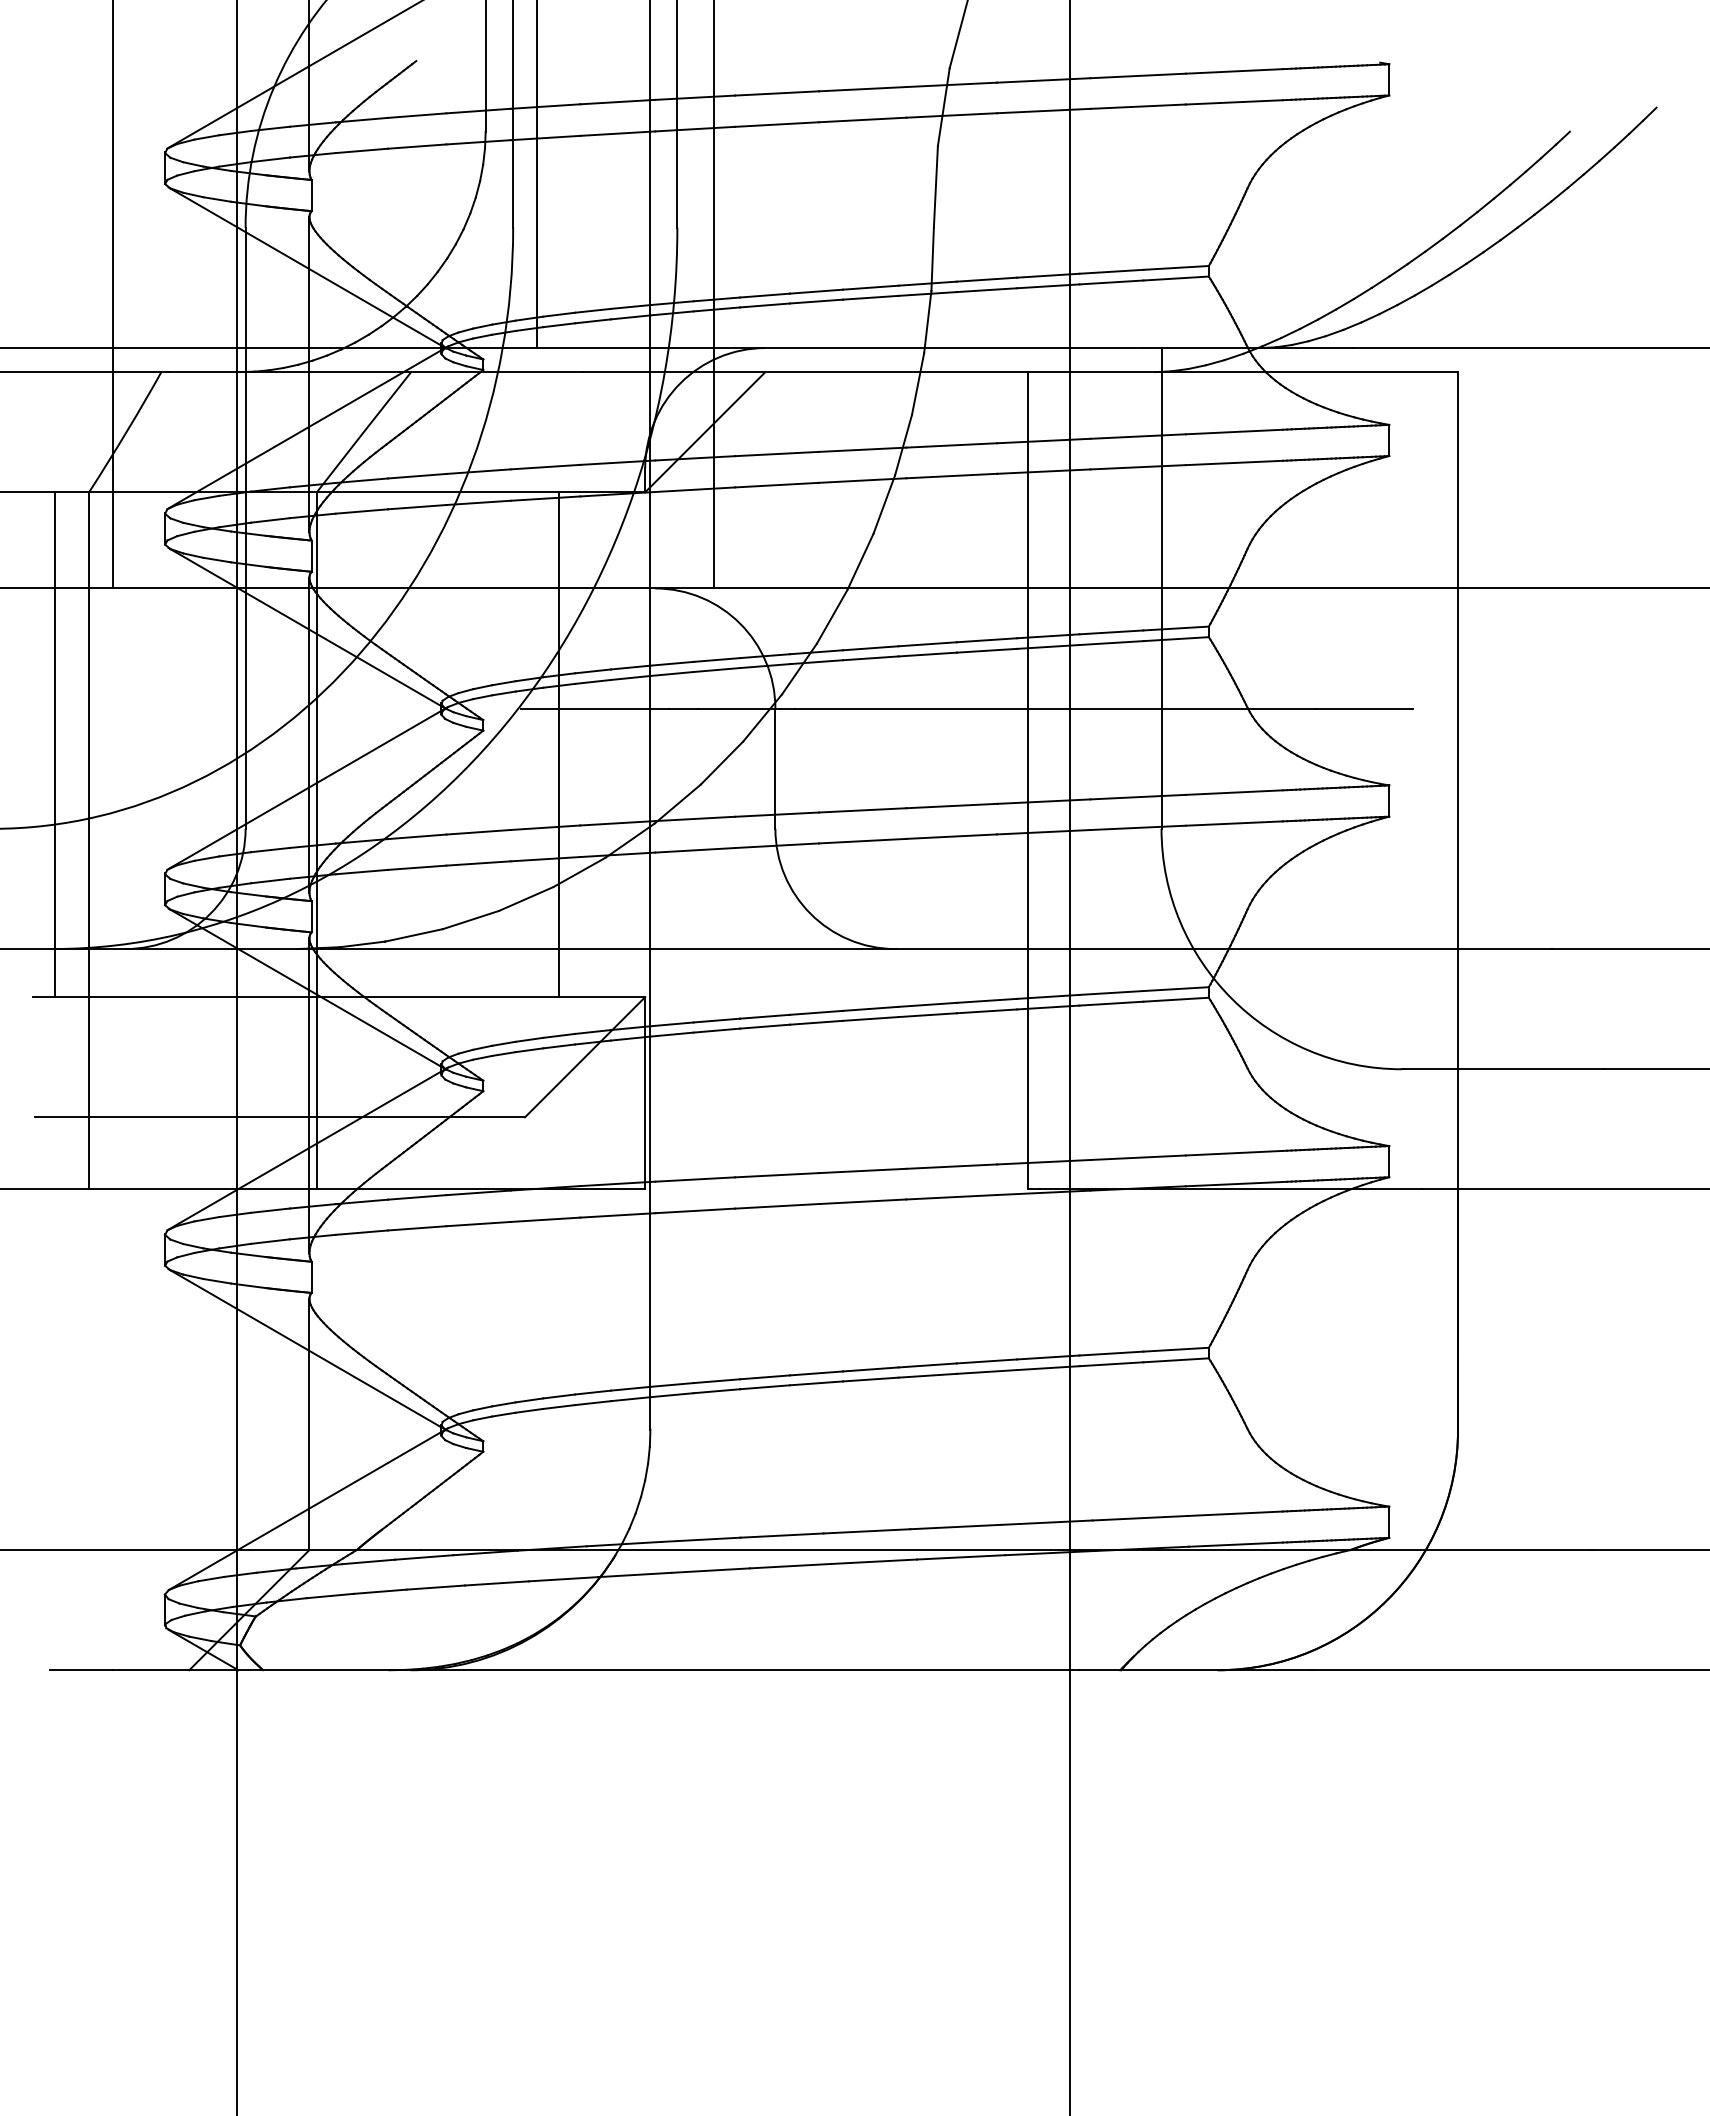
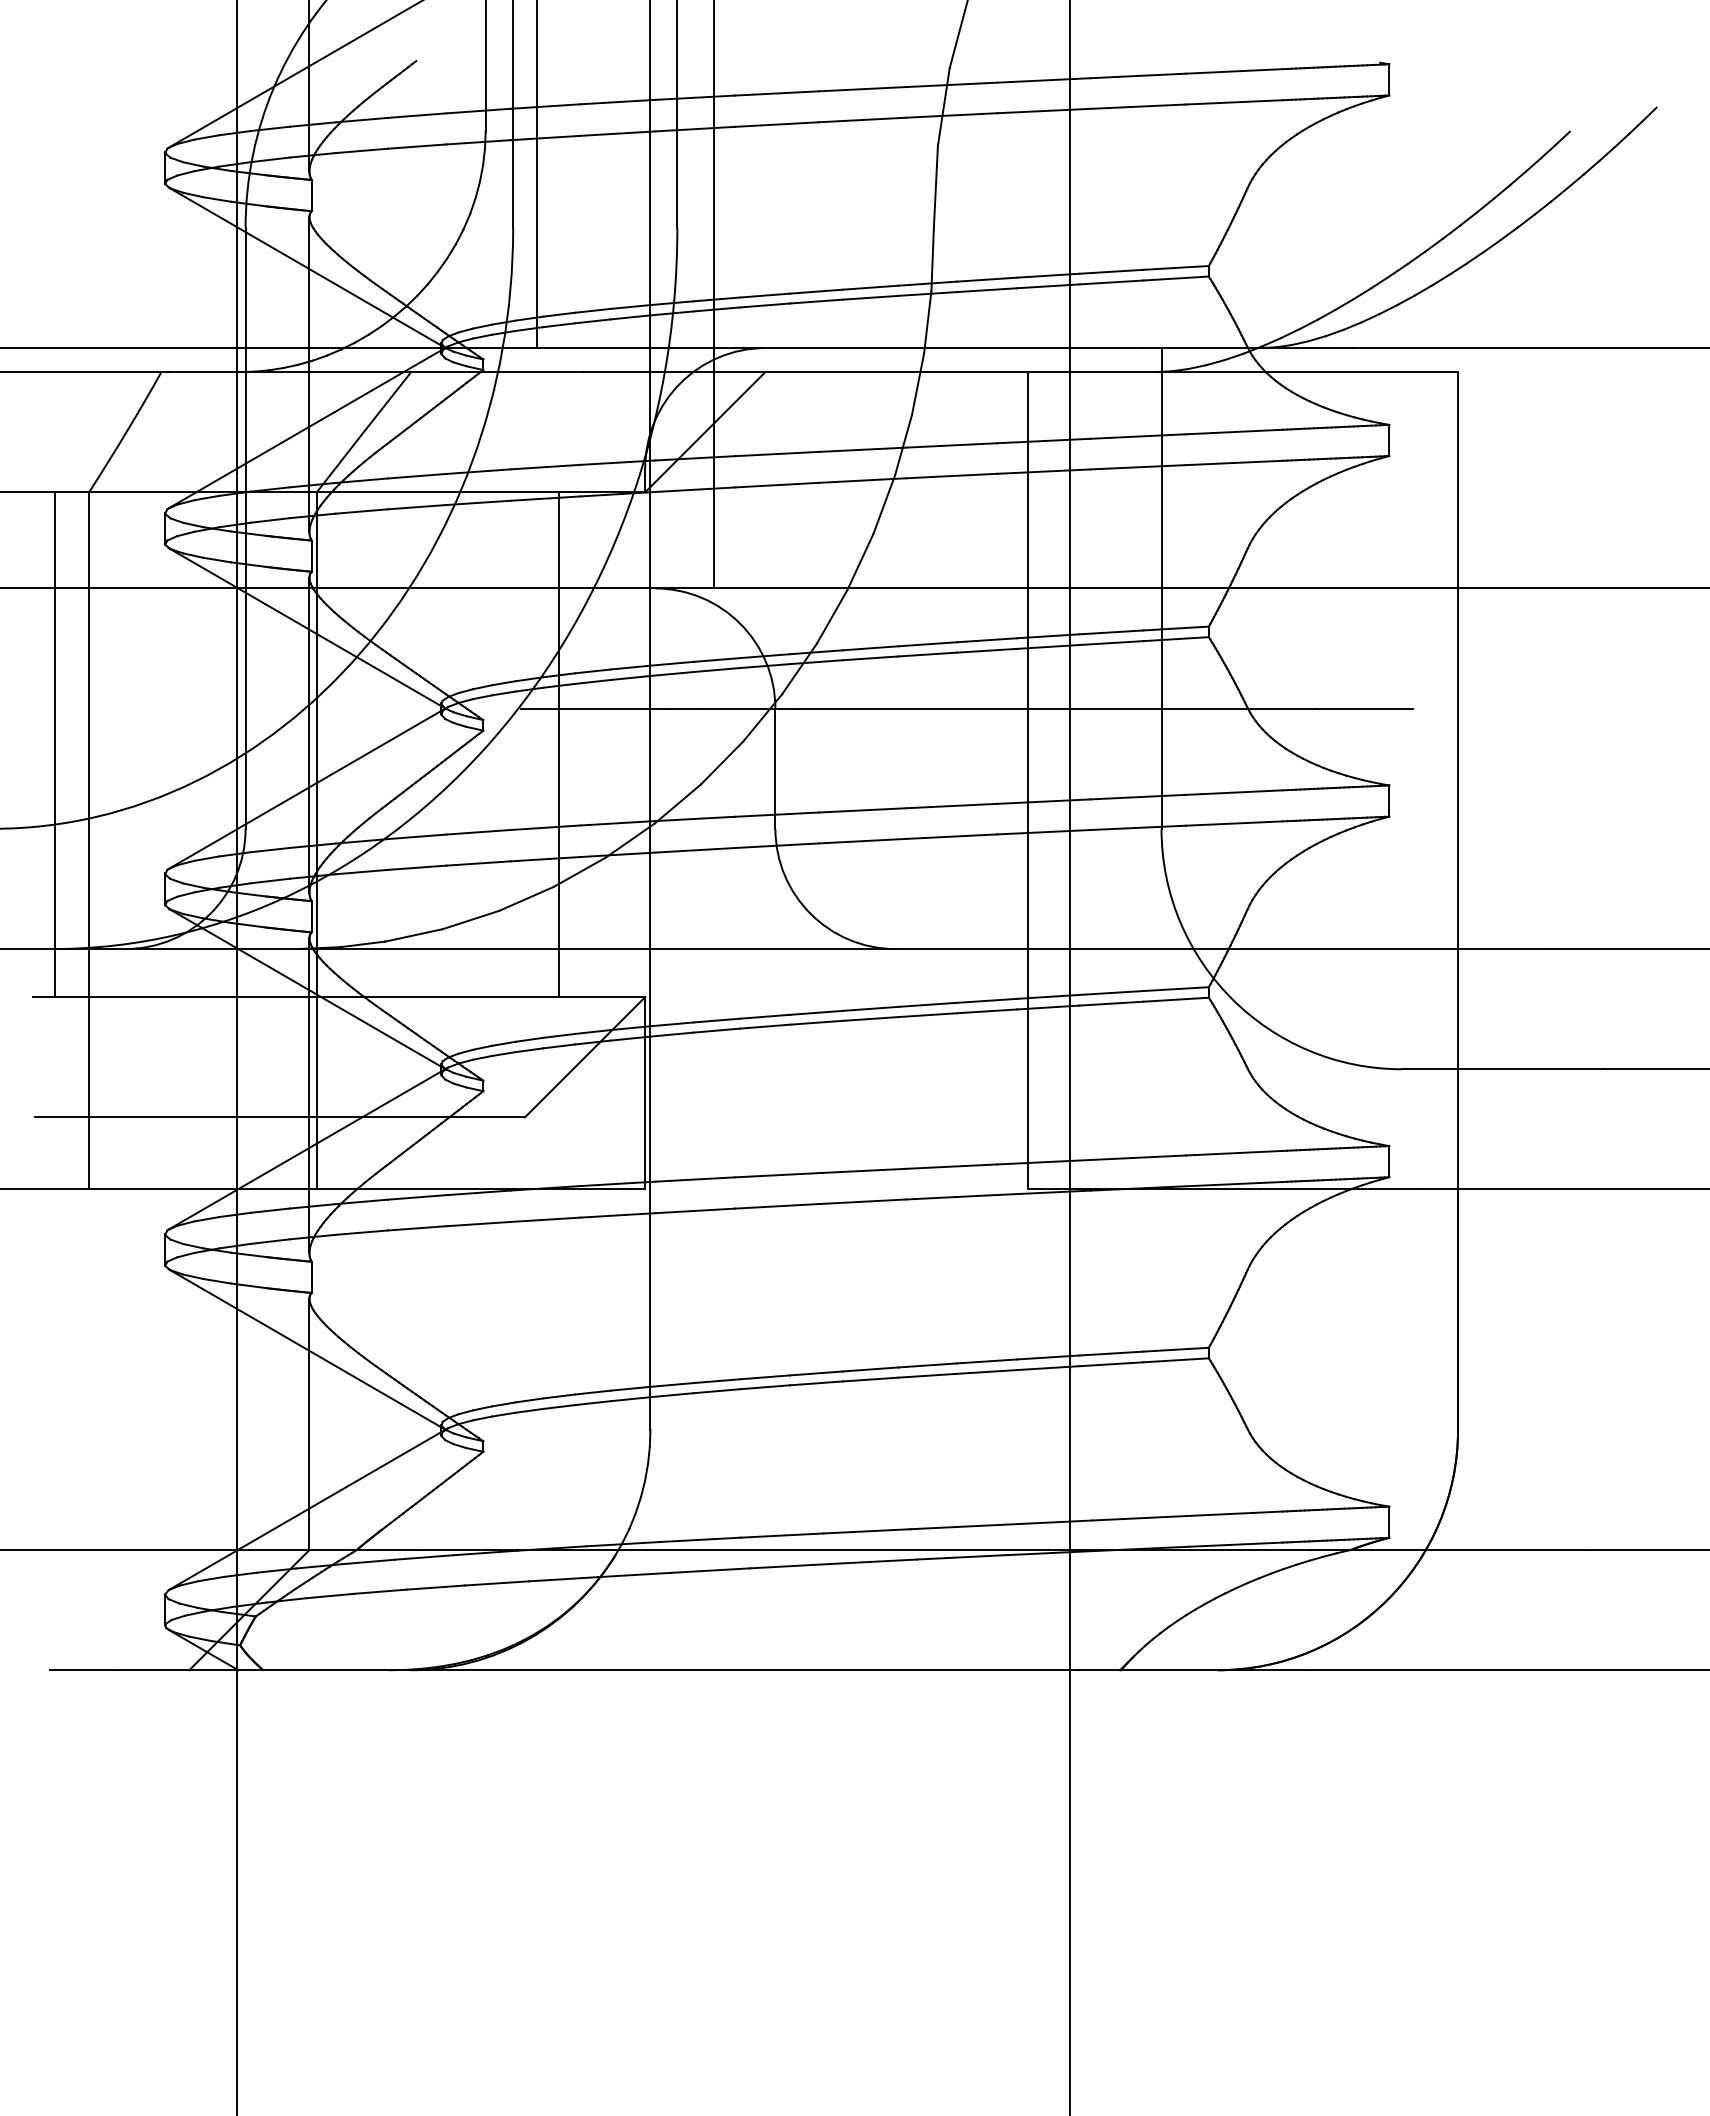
line at (112, 295): present -> none
